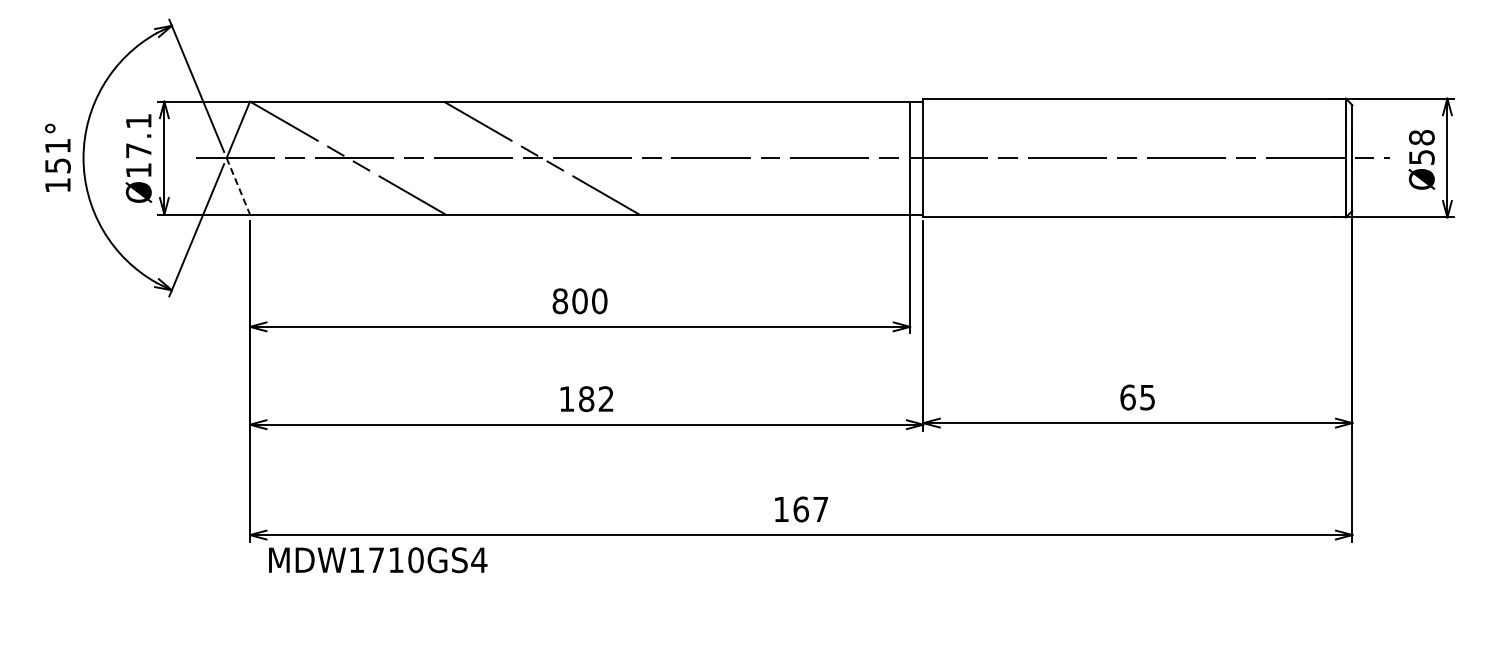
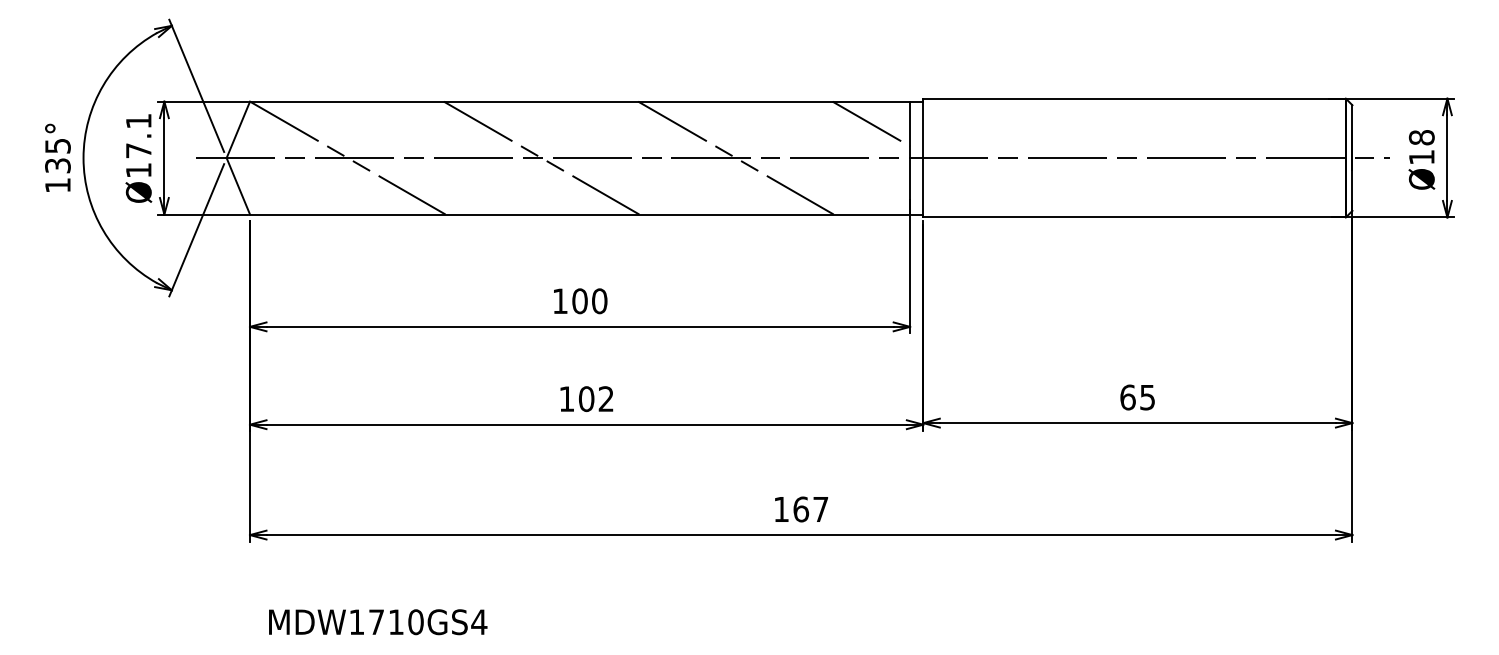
line at (871, 123): none -> present
text at (57, 155): 151° -> 135°
line at (735, 157): none -> present
text at (1421, 157): Ø58 -> Ø18
line at (238, 186): dashed -> solid
text at (560, 301): 800 -> 100
text at (586, 398): 182 -> 102
text at (378, 560) position: (378, 560) -> (378, 622)
